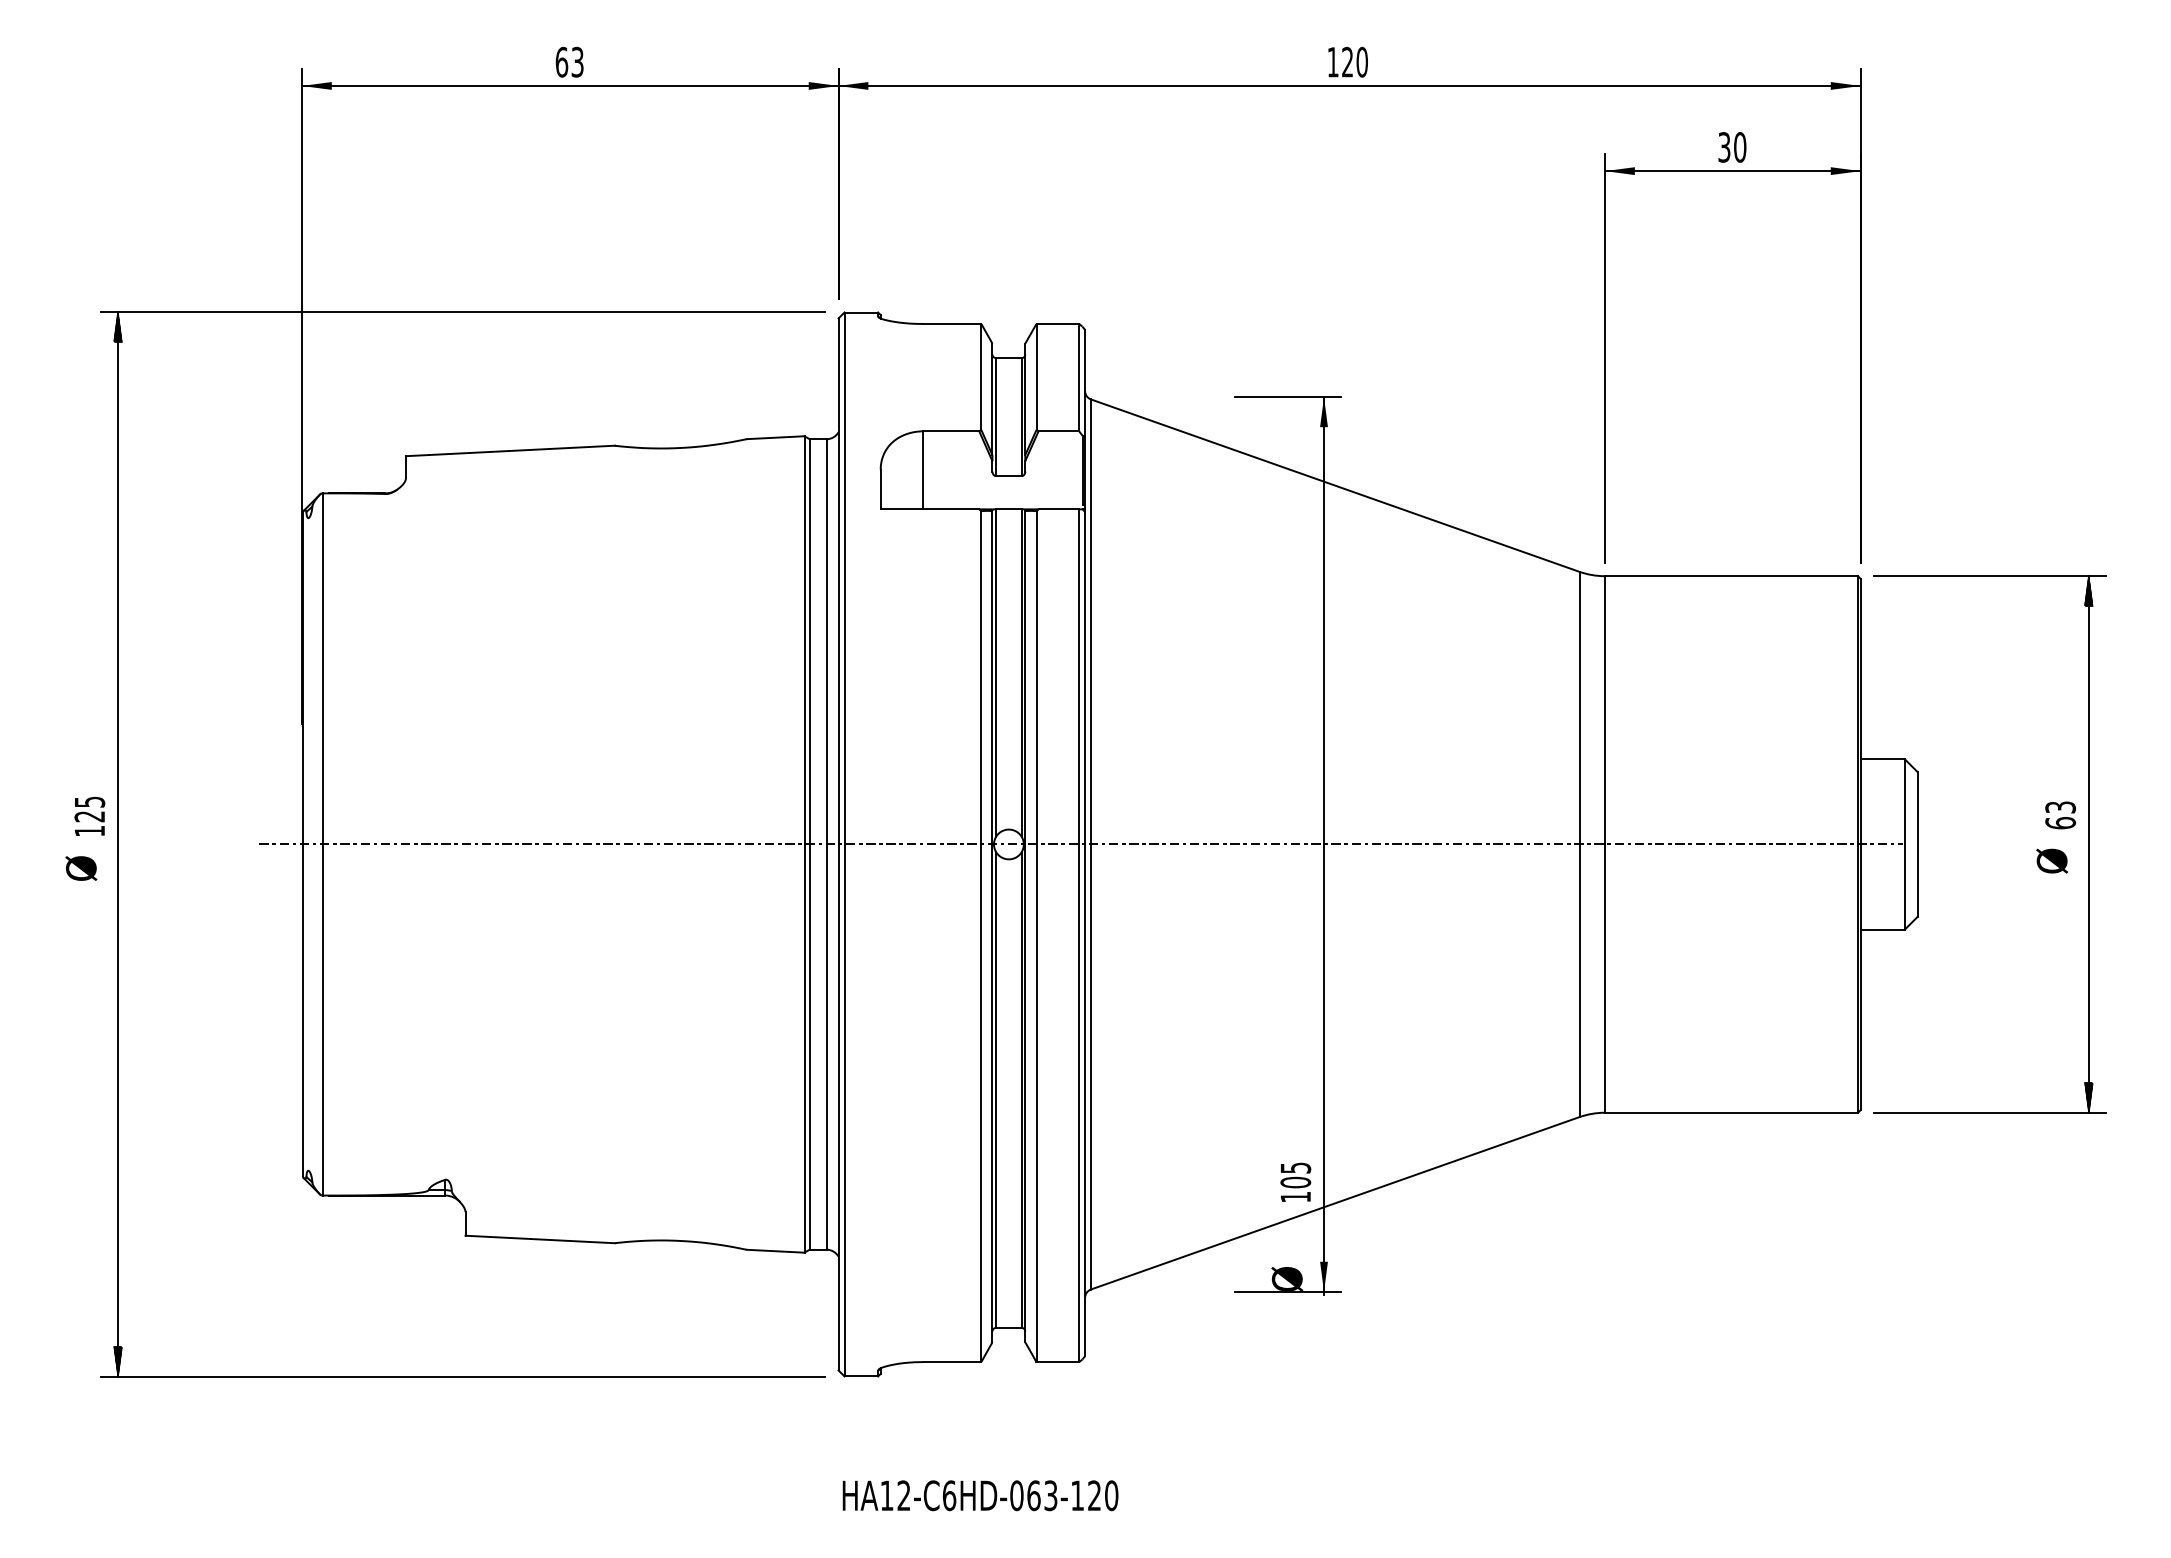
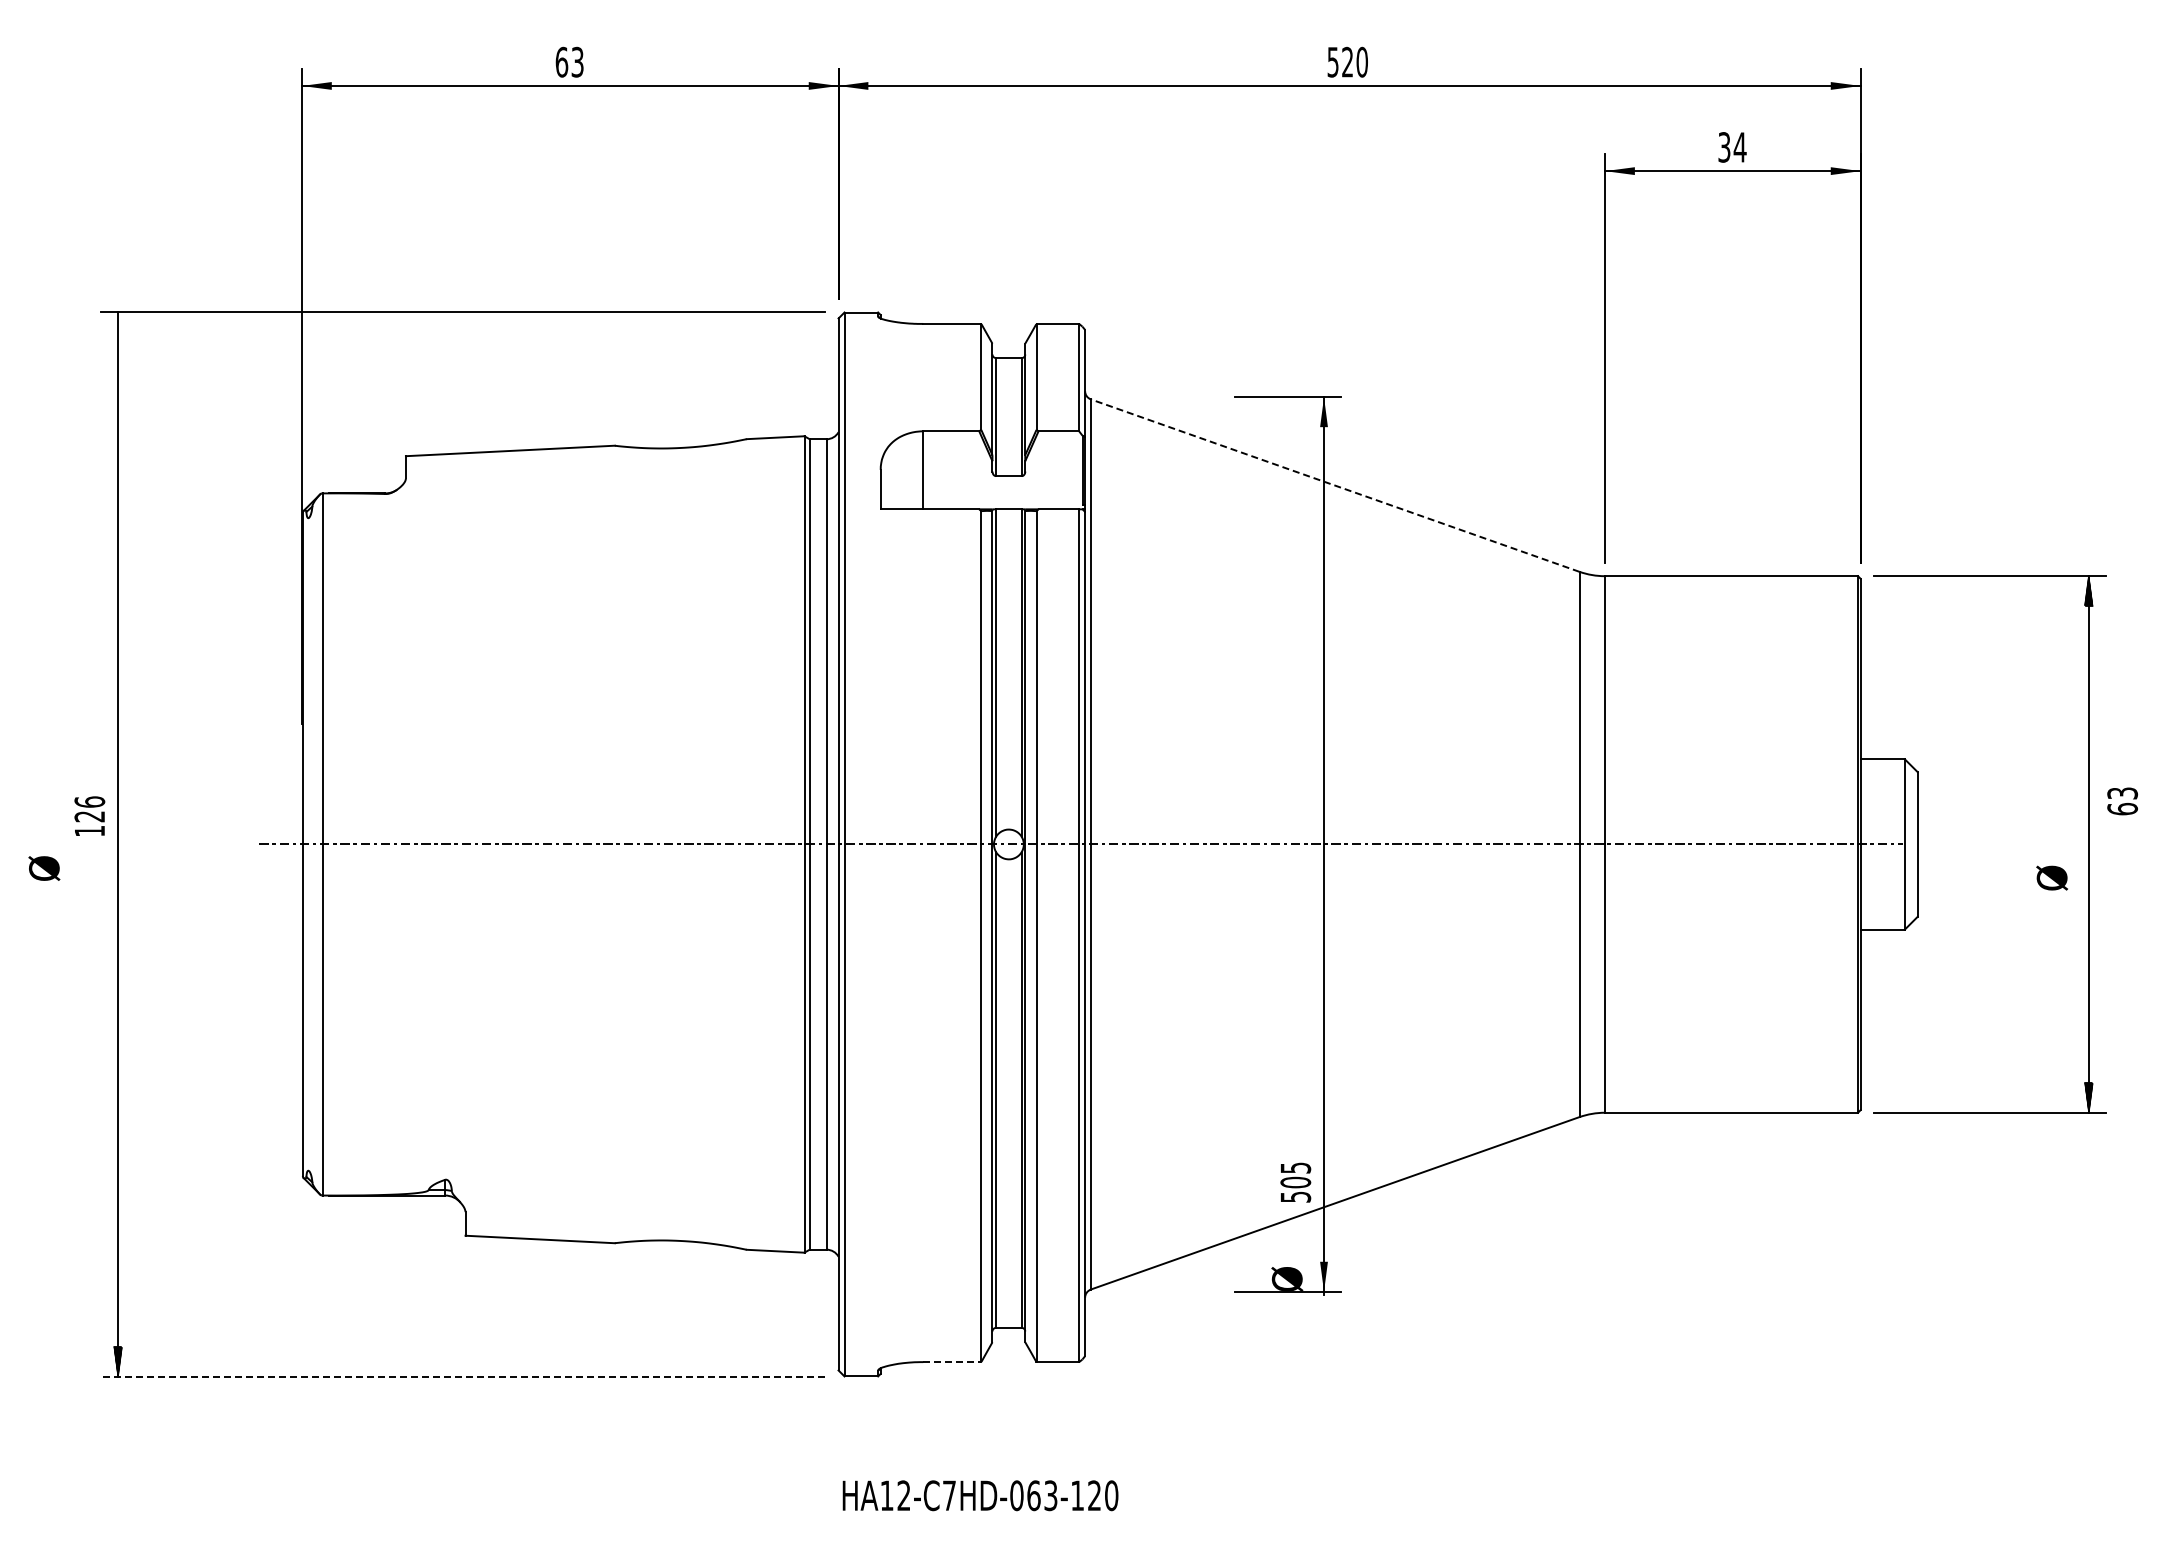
text at (1332, 62): 120 -> 520
text at (1739, 147): 30 -> 34
hatch at (117, 326): present -> none
line at (1334, 485): solid -> dashed
text at (89, 801): 125 -> 126
text at (2060, 815) position: (2060, 815) -> (2122, 801)
text at (2051, 860) position: (2051, 860) -> (2051, 877)
text at (81, 868) position: (81, 868) -> (44, 868)
text at (1295, 1196): 105 -> 505
line at (952, 1362): solid -> dashed
line at (462, 1376): solid -> dashed
text at (949, 1495): HA12-C6HD-063-120 -> HA12-C7HD-063-120
